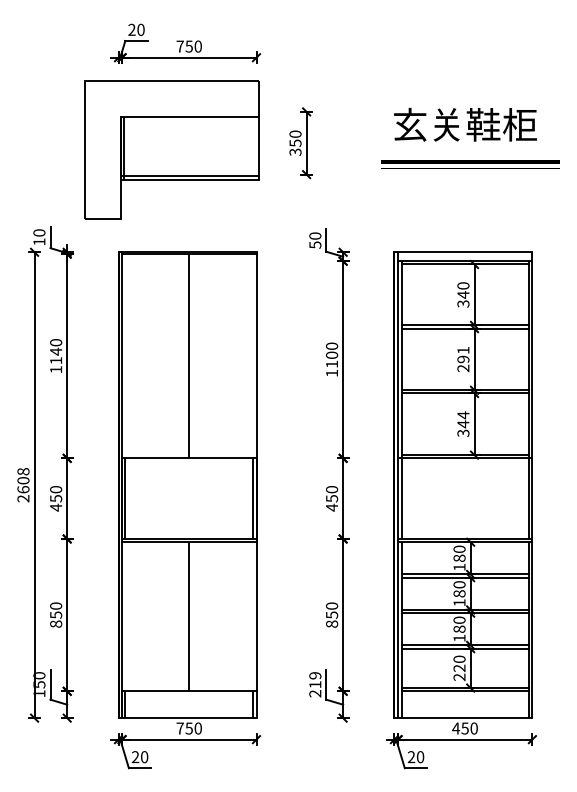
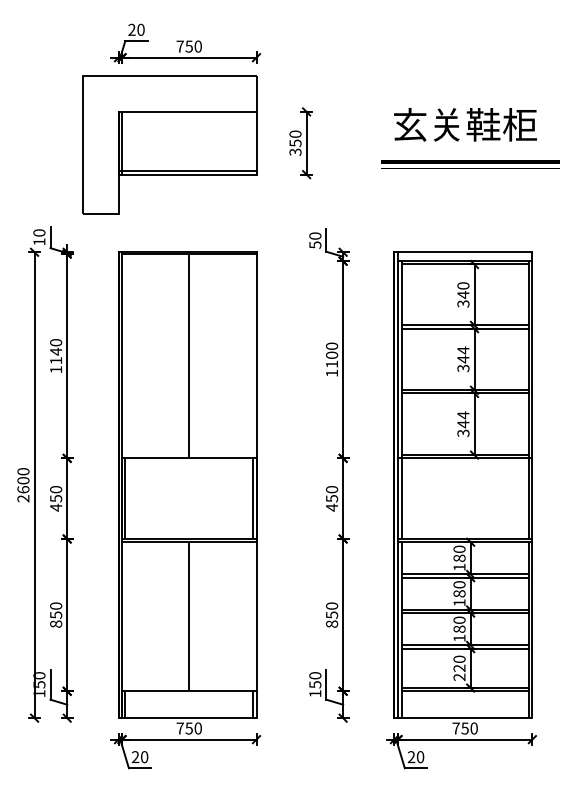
part at (171, 149) position: (171, 149) -> (169, 144)
text at (463, 359): 291 -> 344
text at (23, 471): 2608 -> 2600
text at (315, 684): 219 -> 150
text at (456, 728): 450 -> 750
